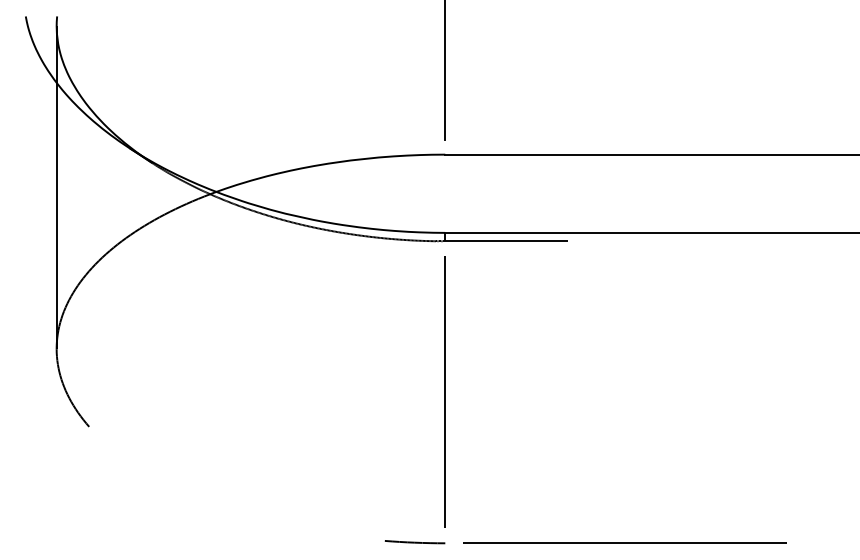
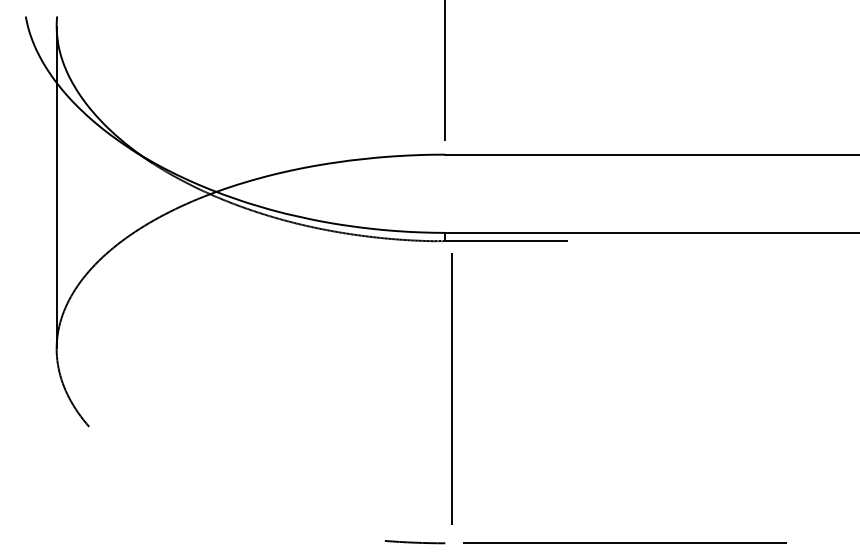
line at (444, 391) position: (444, 391) -> (451, 388)
